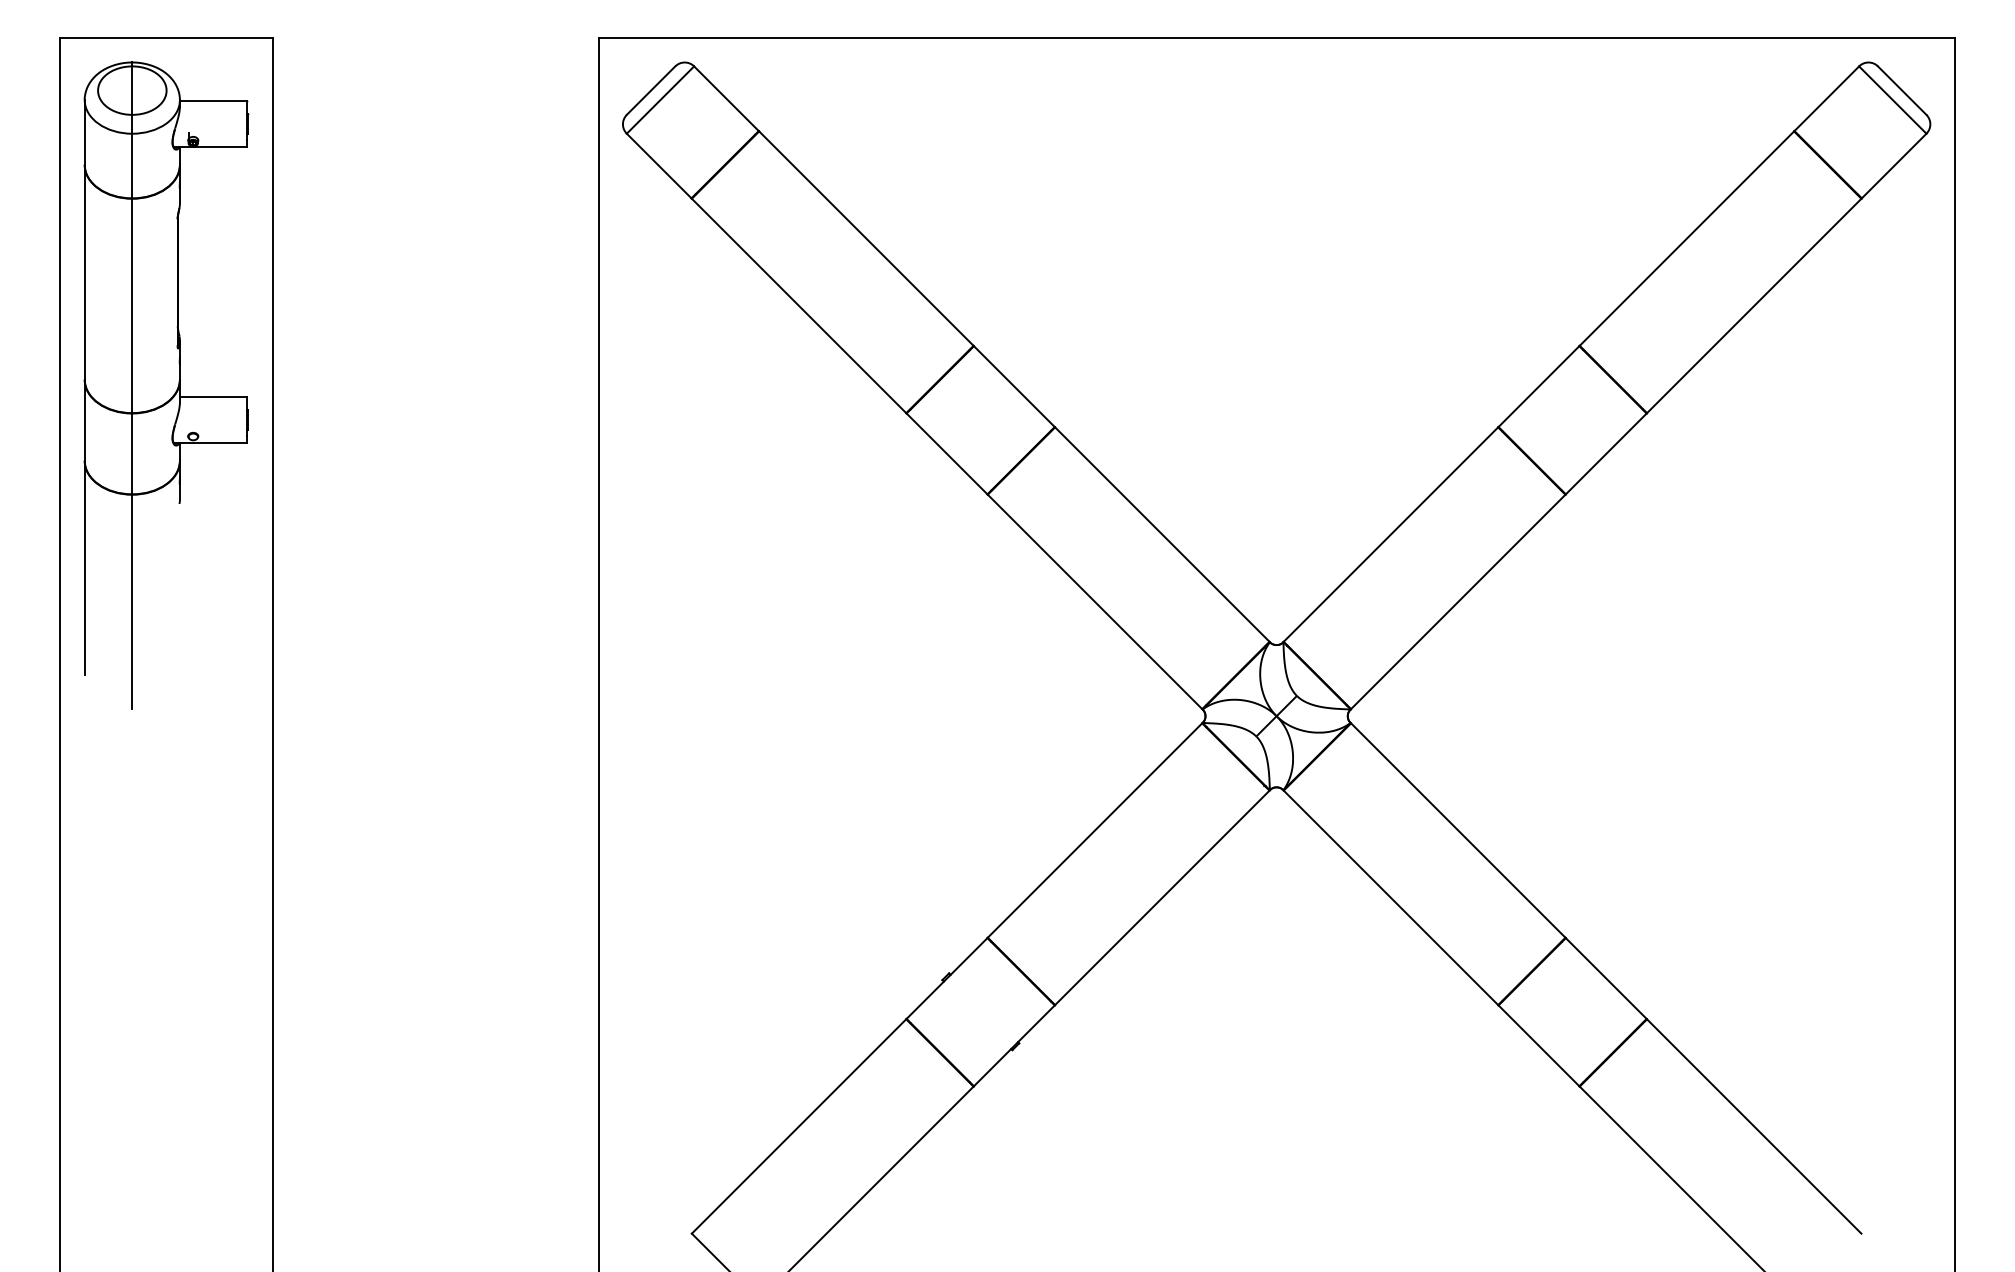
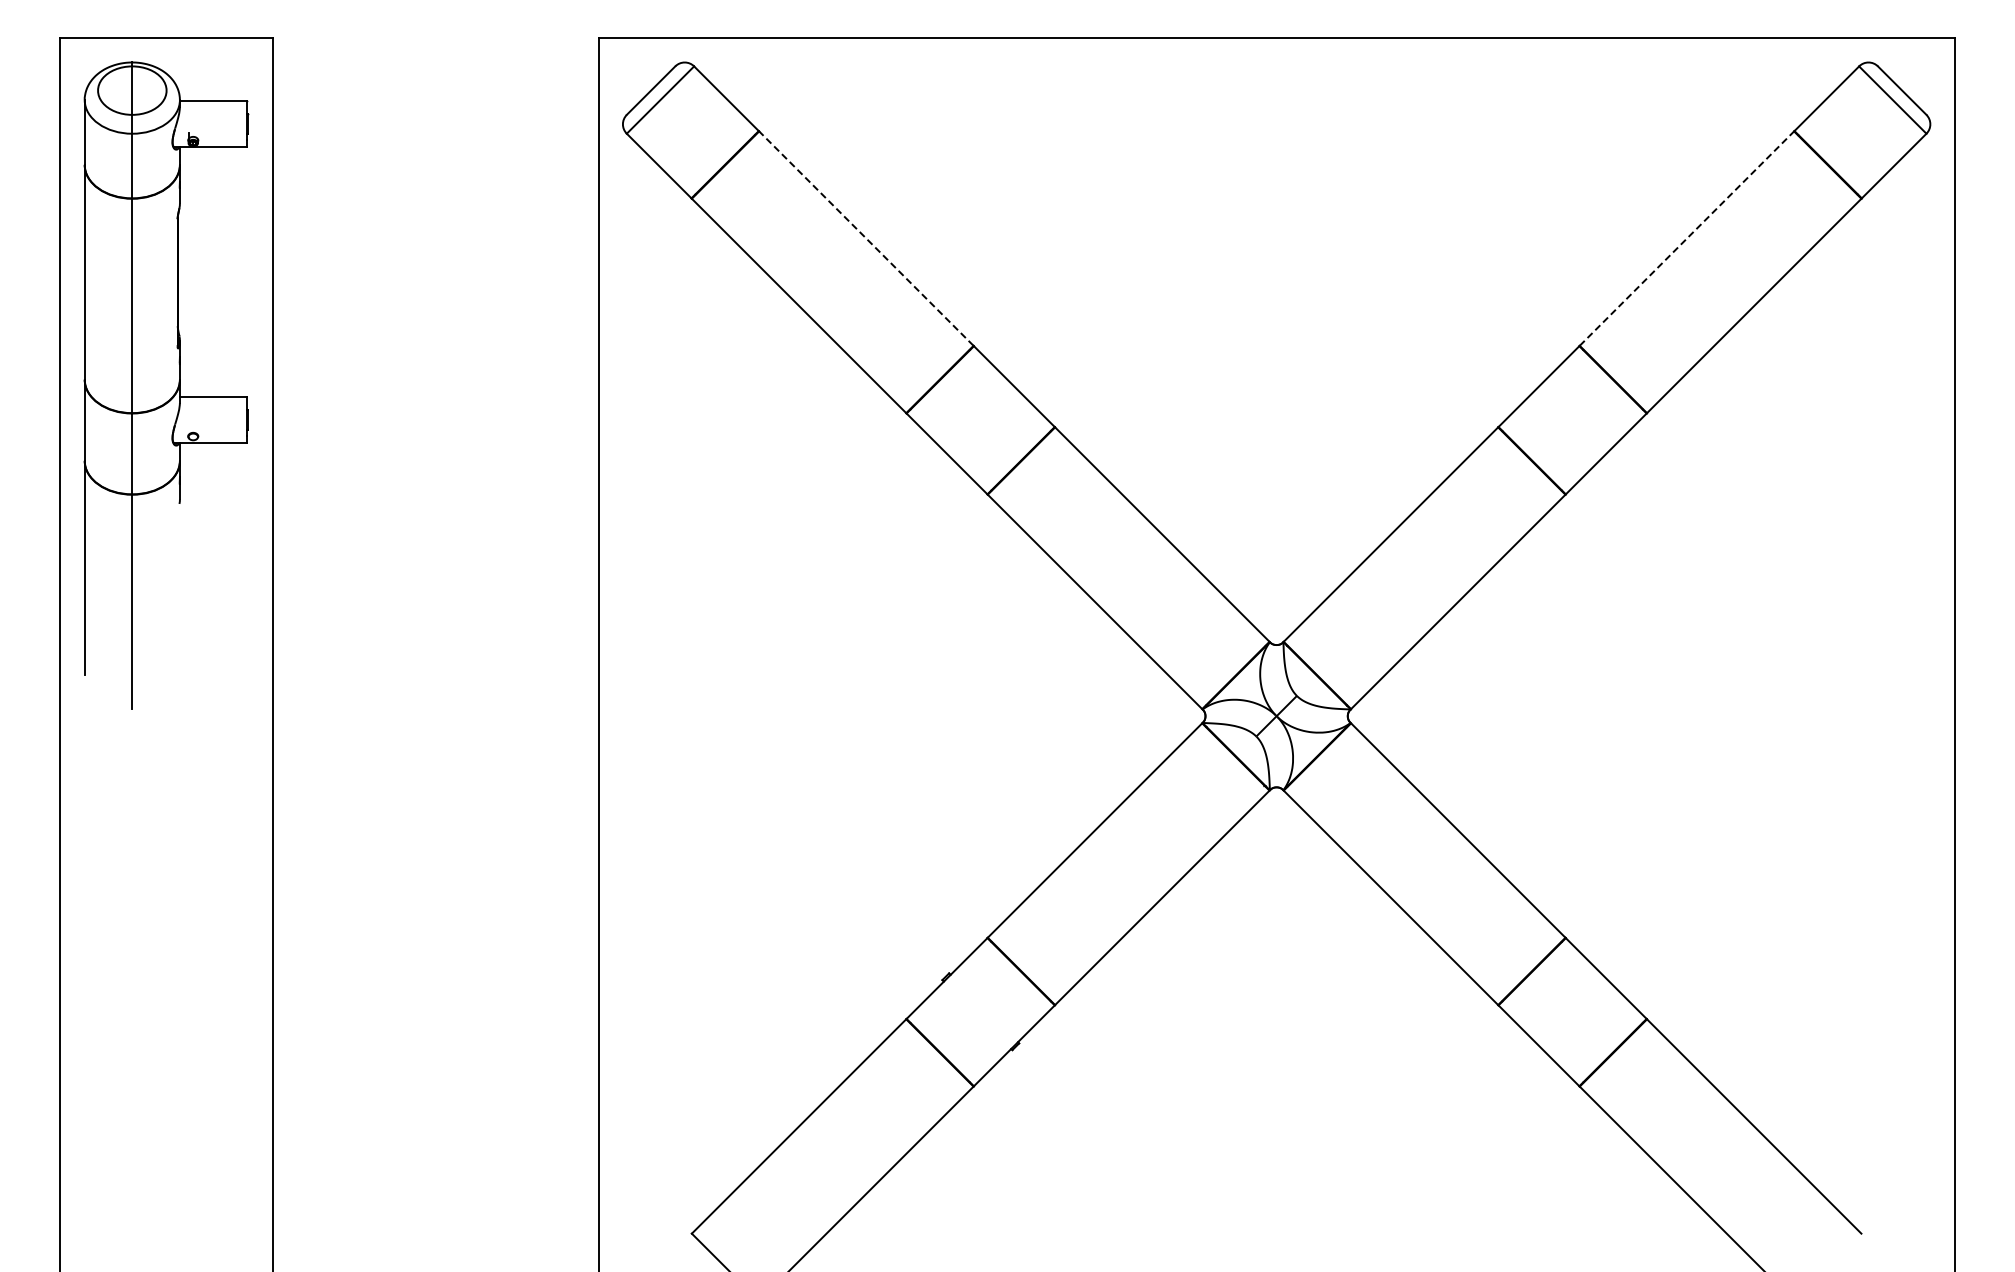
line at (866, 238): solid -> dashed
line at (1686, 238): solid -> dashed
